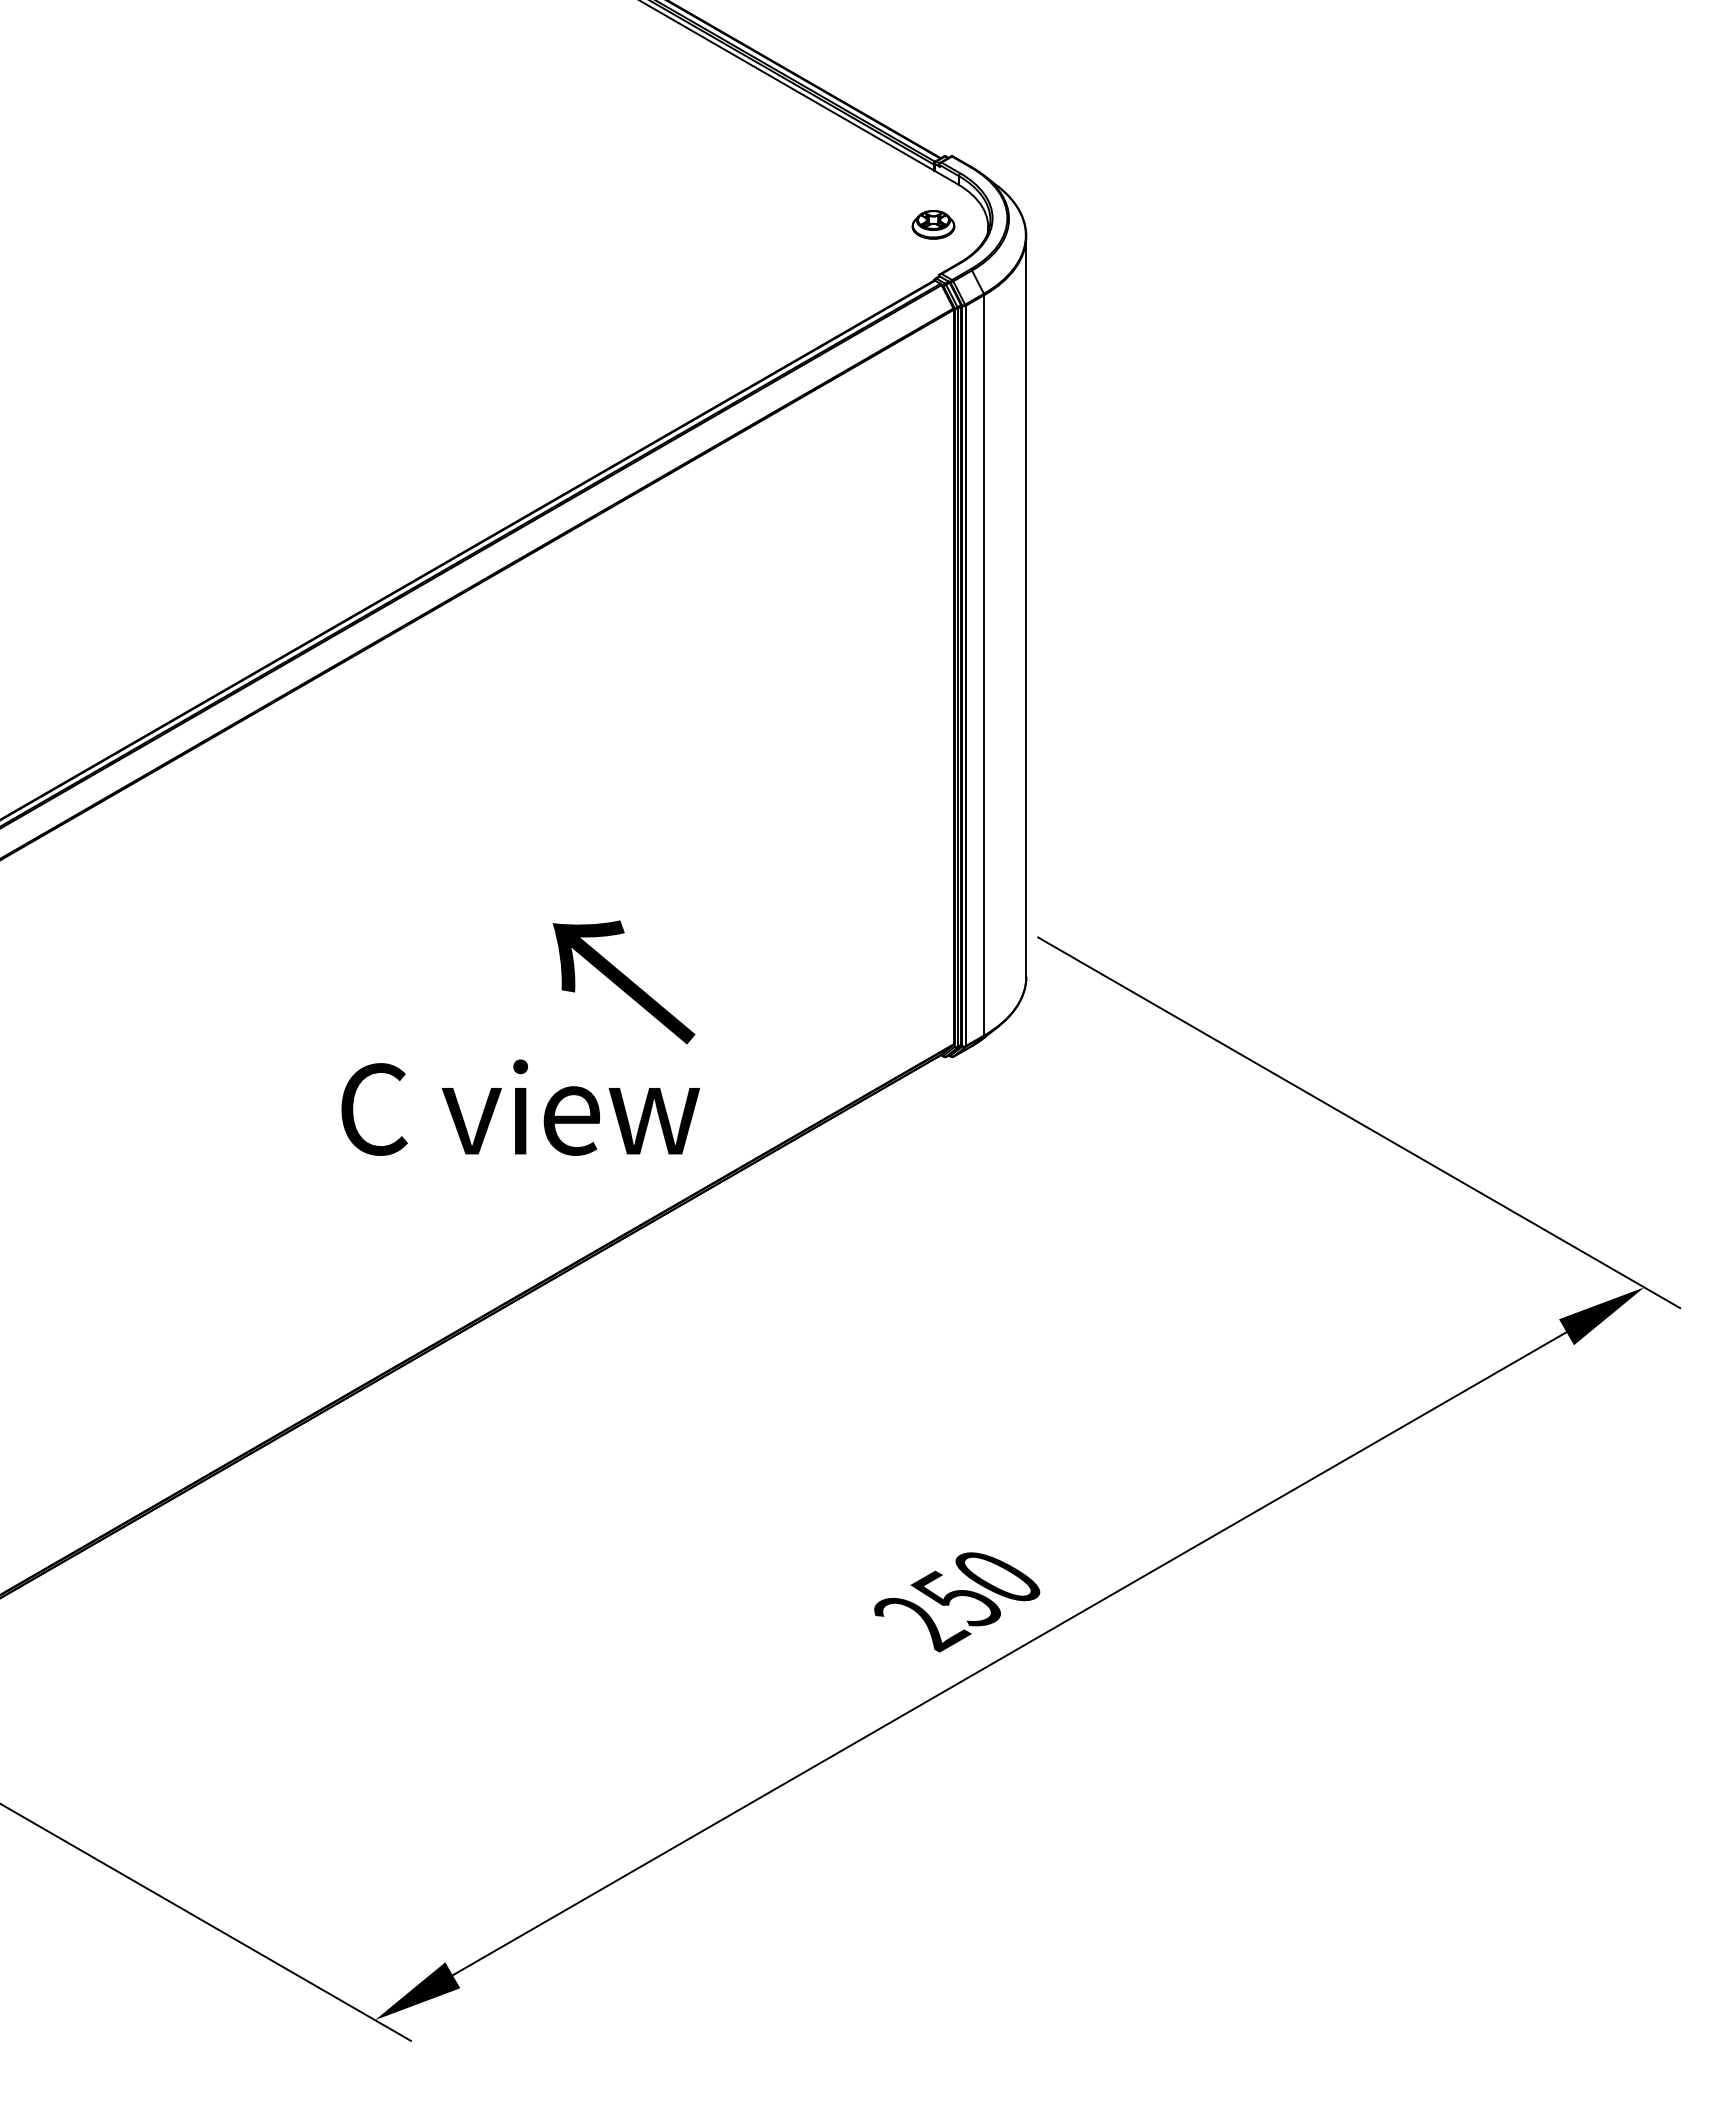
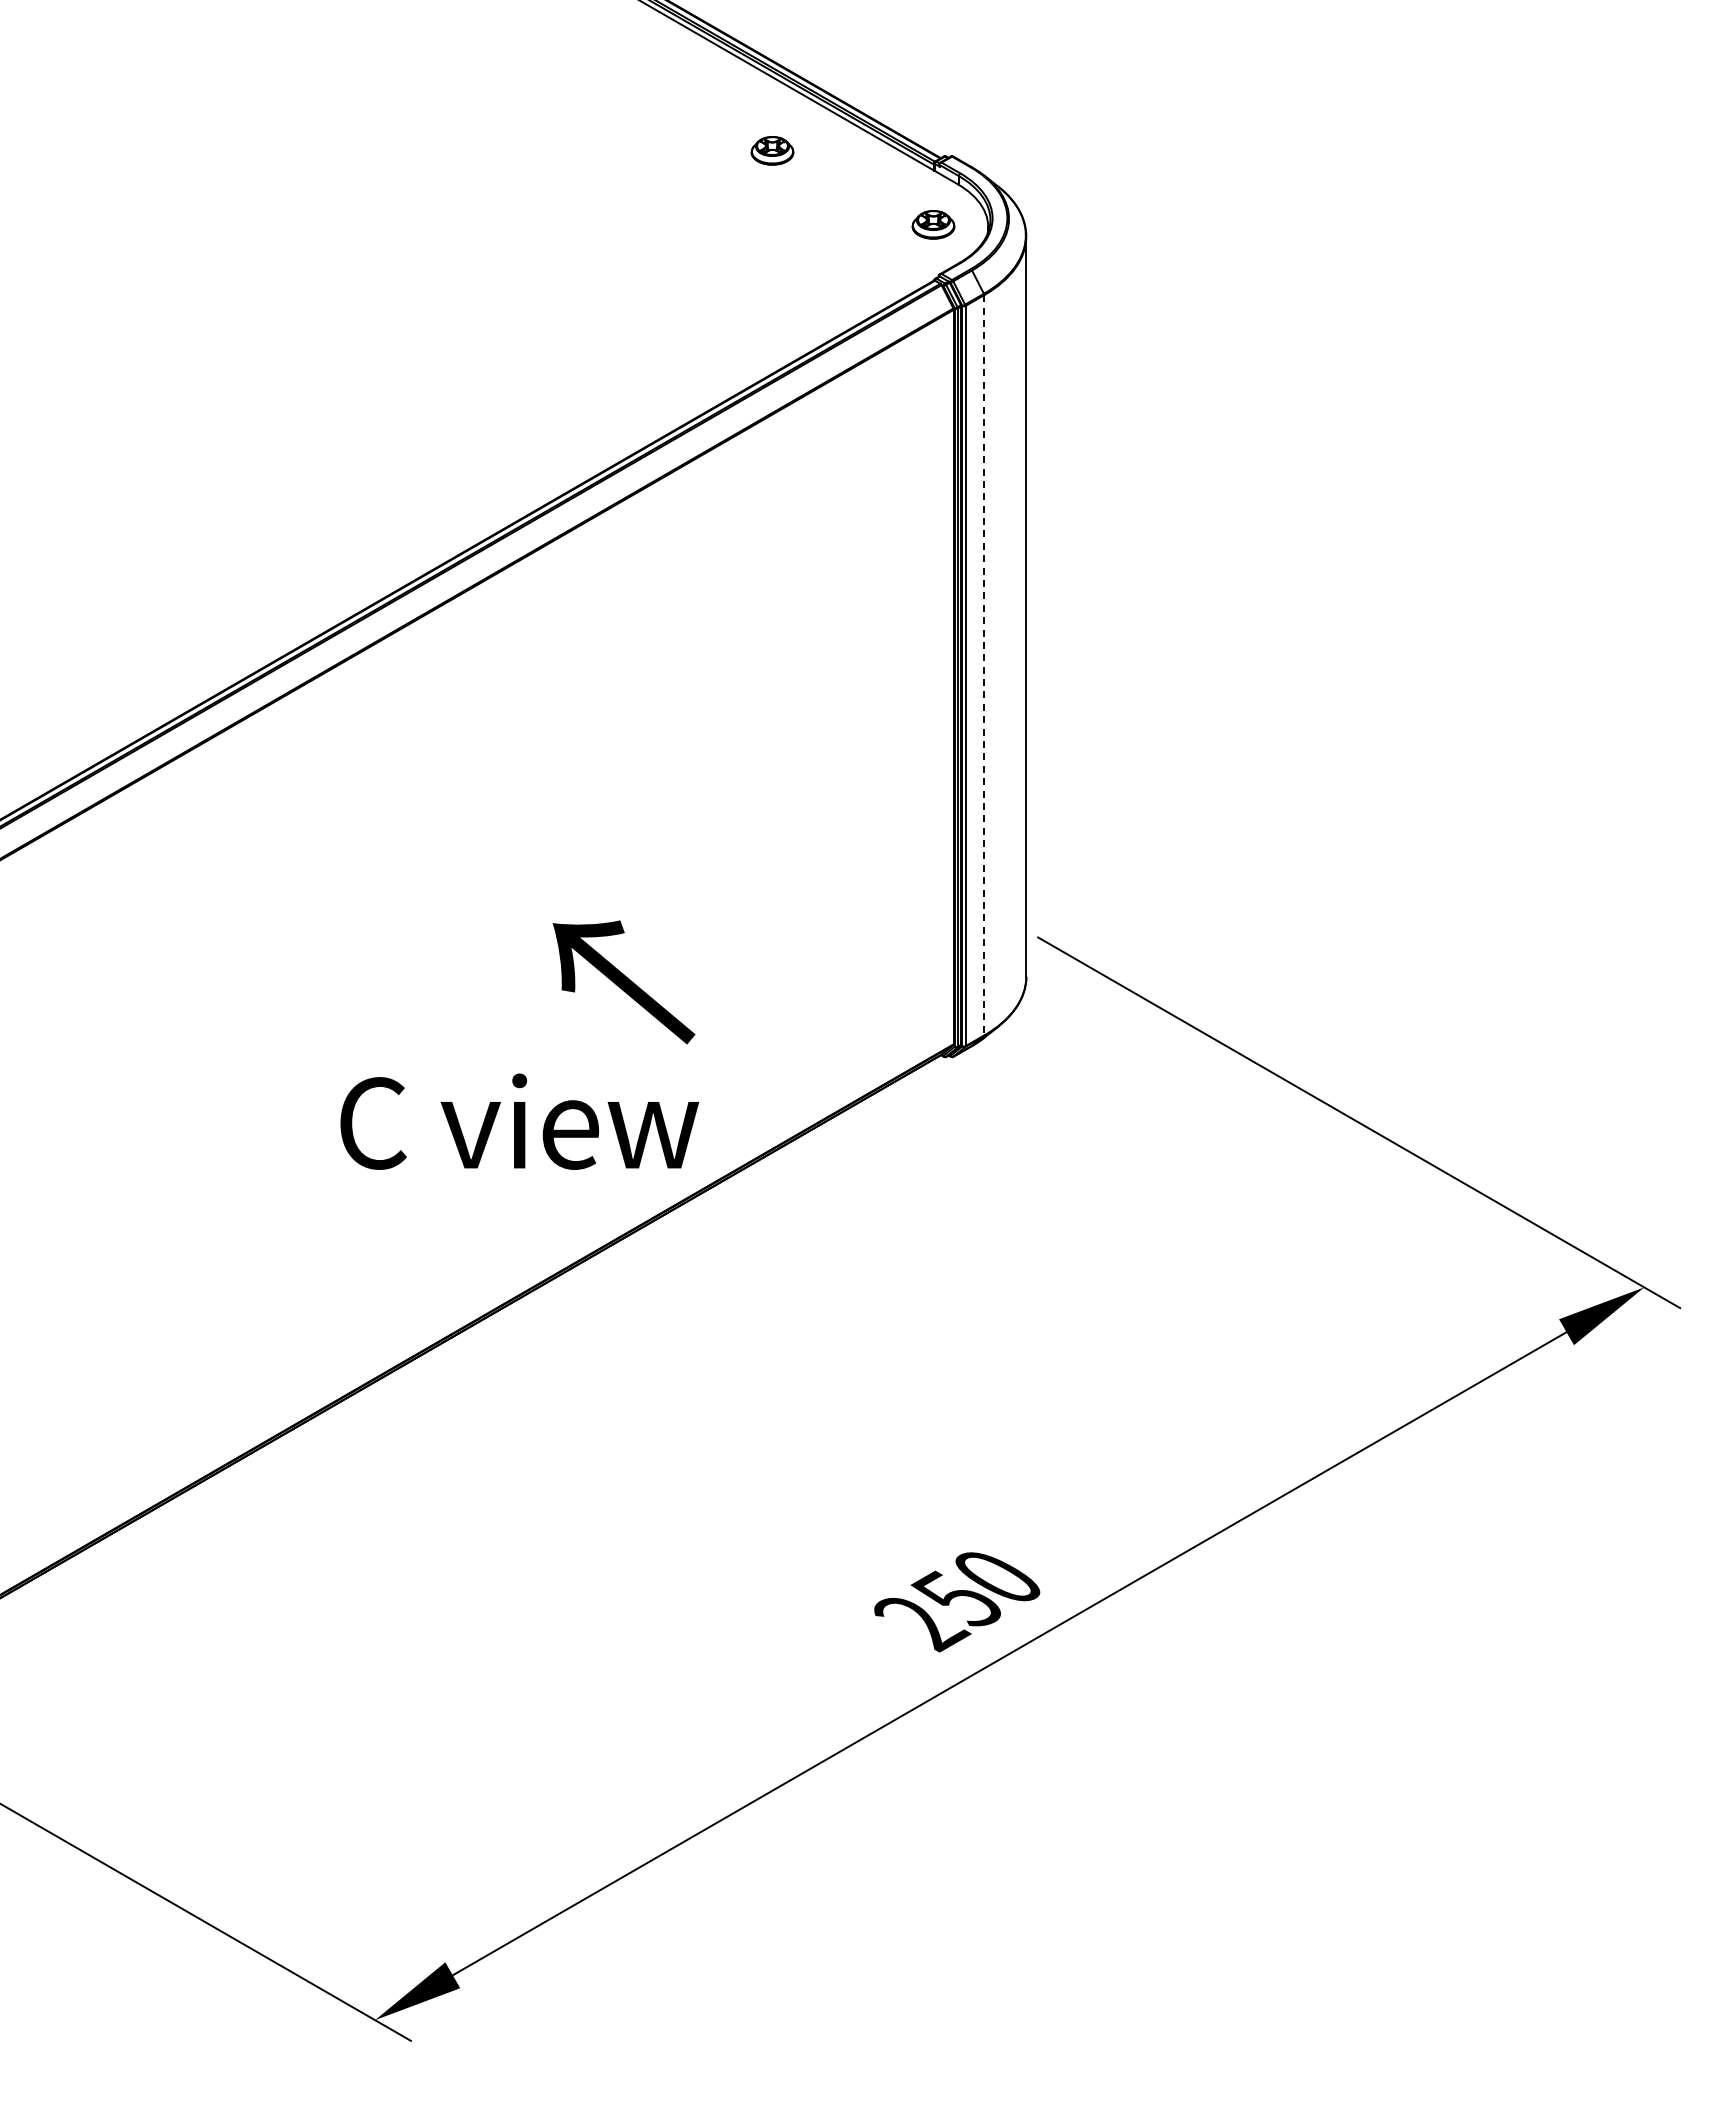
part at (772, 150): none -> present
line at (984, 665): solid -> dashed
text at (520, 1107) position: (520, 1107) -> (519, 1121)
